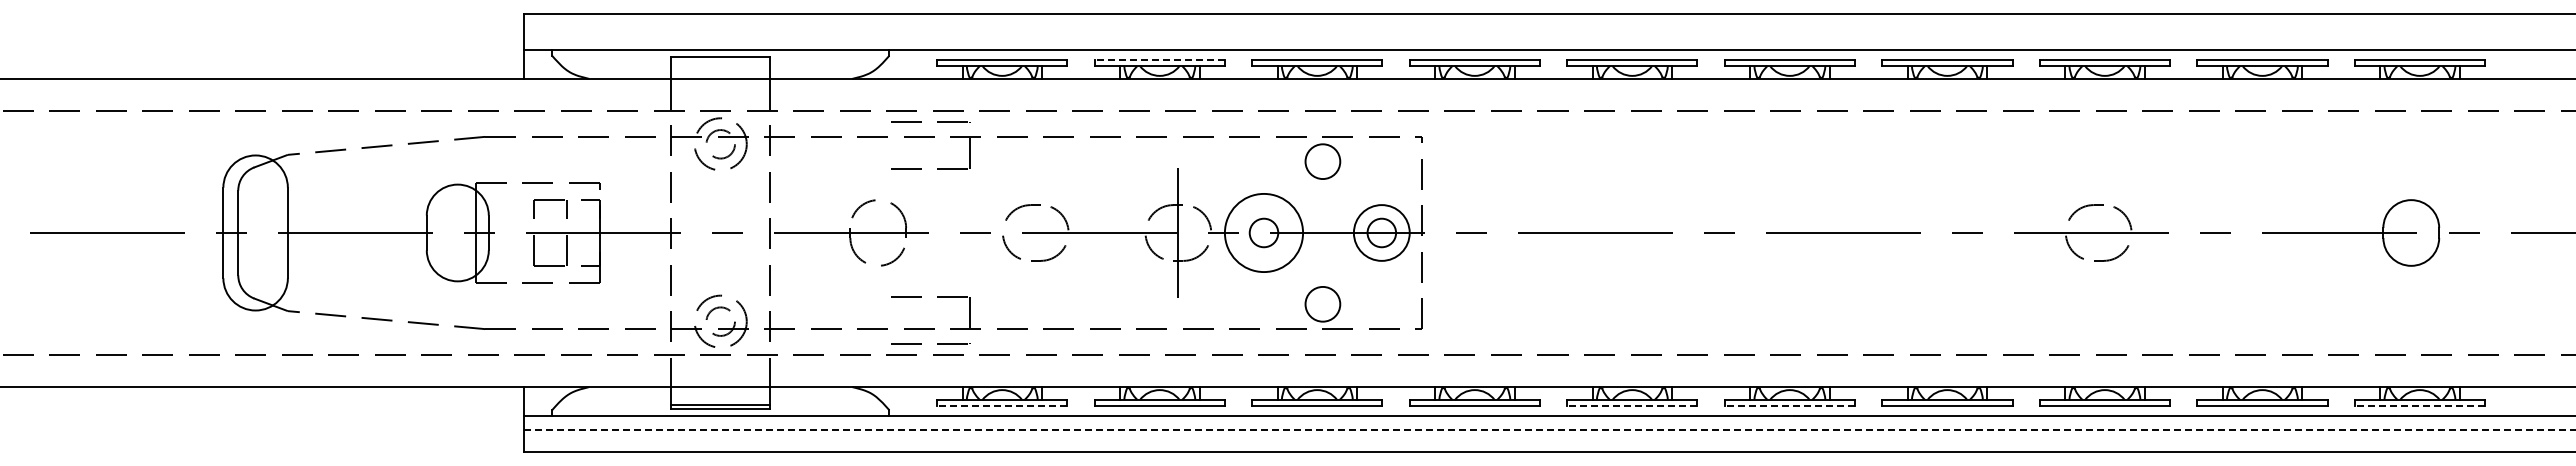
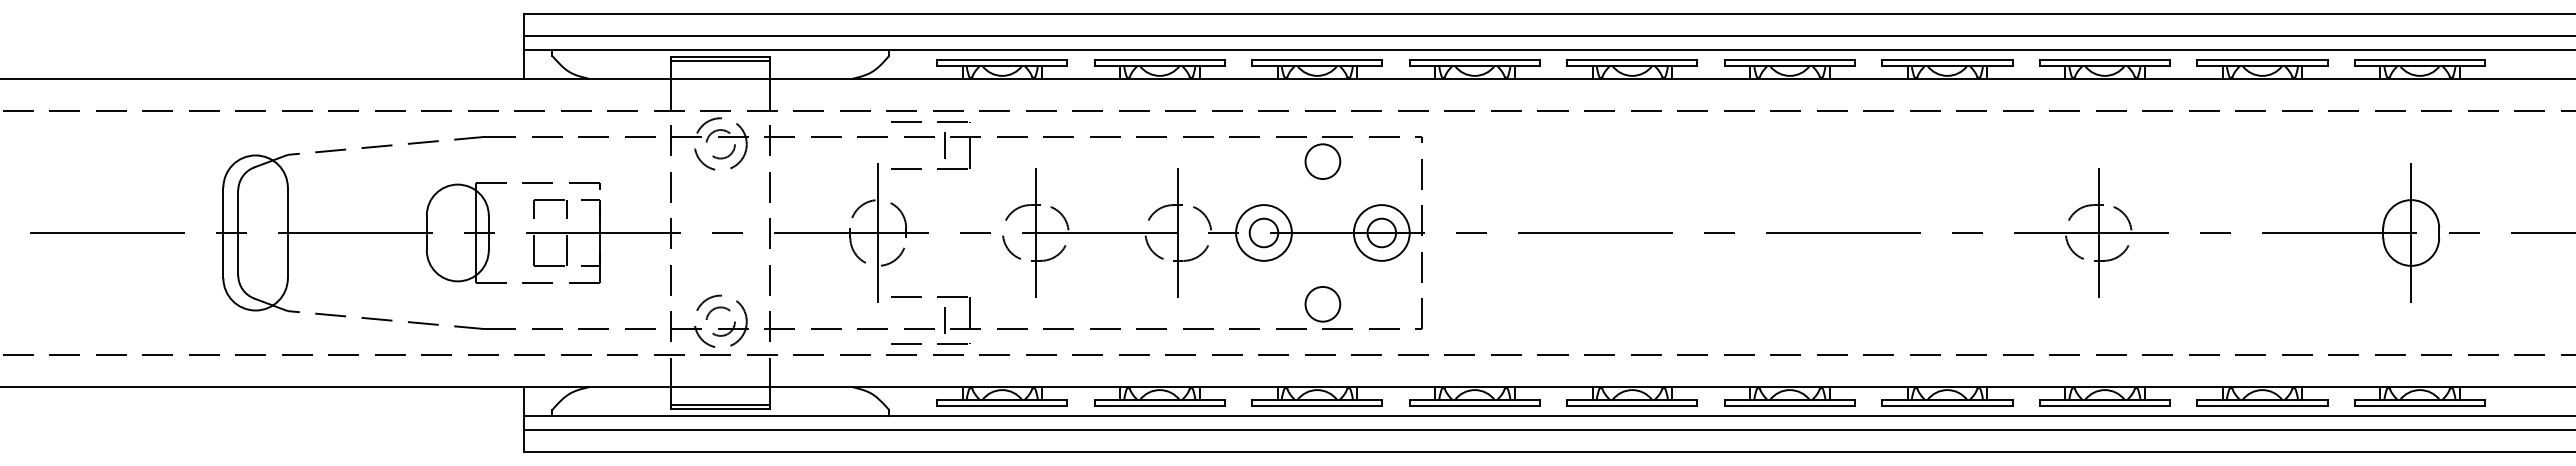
line at (1547, 35): none -> present
line at (1159, 59): dashed -> solid
line at (720, 60): none -> present
line at (945, 145): none -> present
line at (878, 232): none -> present
line at (1035, 232): none -> present
circle at (1263, 232) diameter: 78 px -> 56 px
line at (2098, 232): none -> present
line at (2411, 232): none -> present
line at (945, 320): none -> present
line at (1001, 406): dashed -> solid
line at (1631, 406): dashed -> solid
line at (1789, 406): dashed -> solid
line at (2419, 406): dashed -> solid
line at (1549, 430): dashed -> solid
